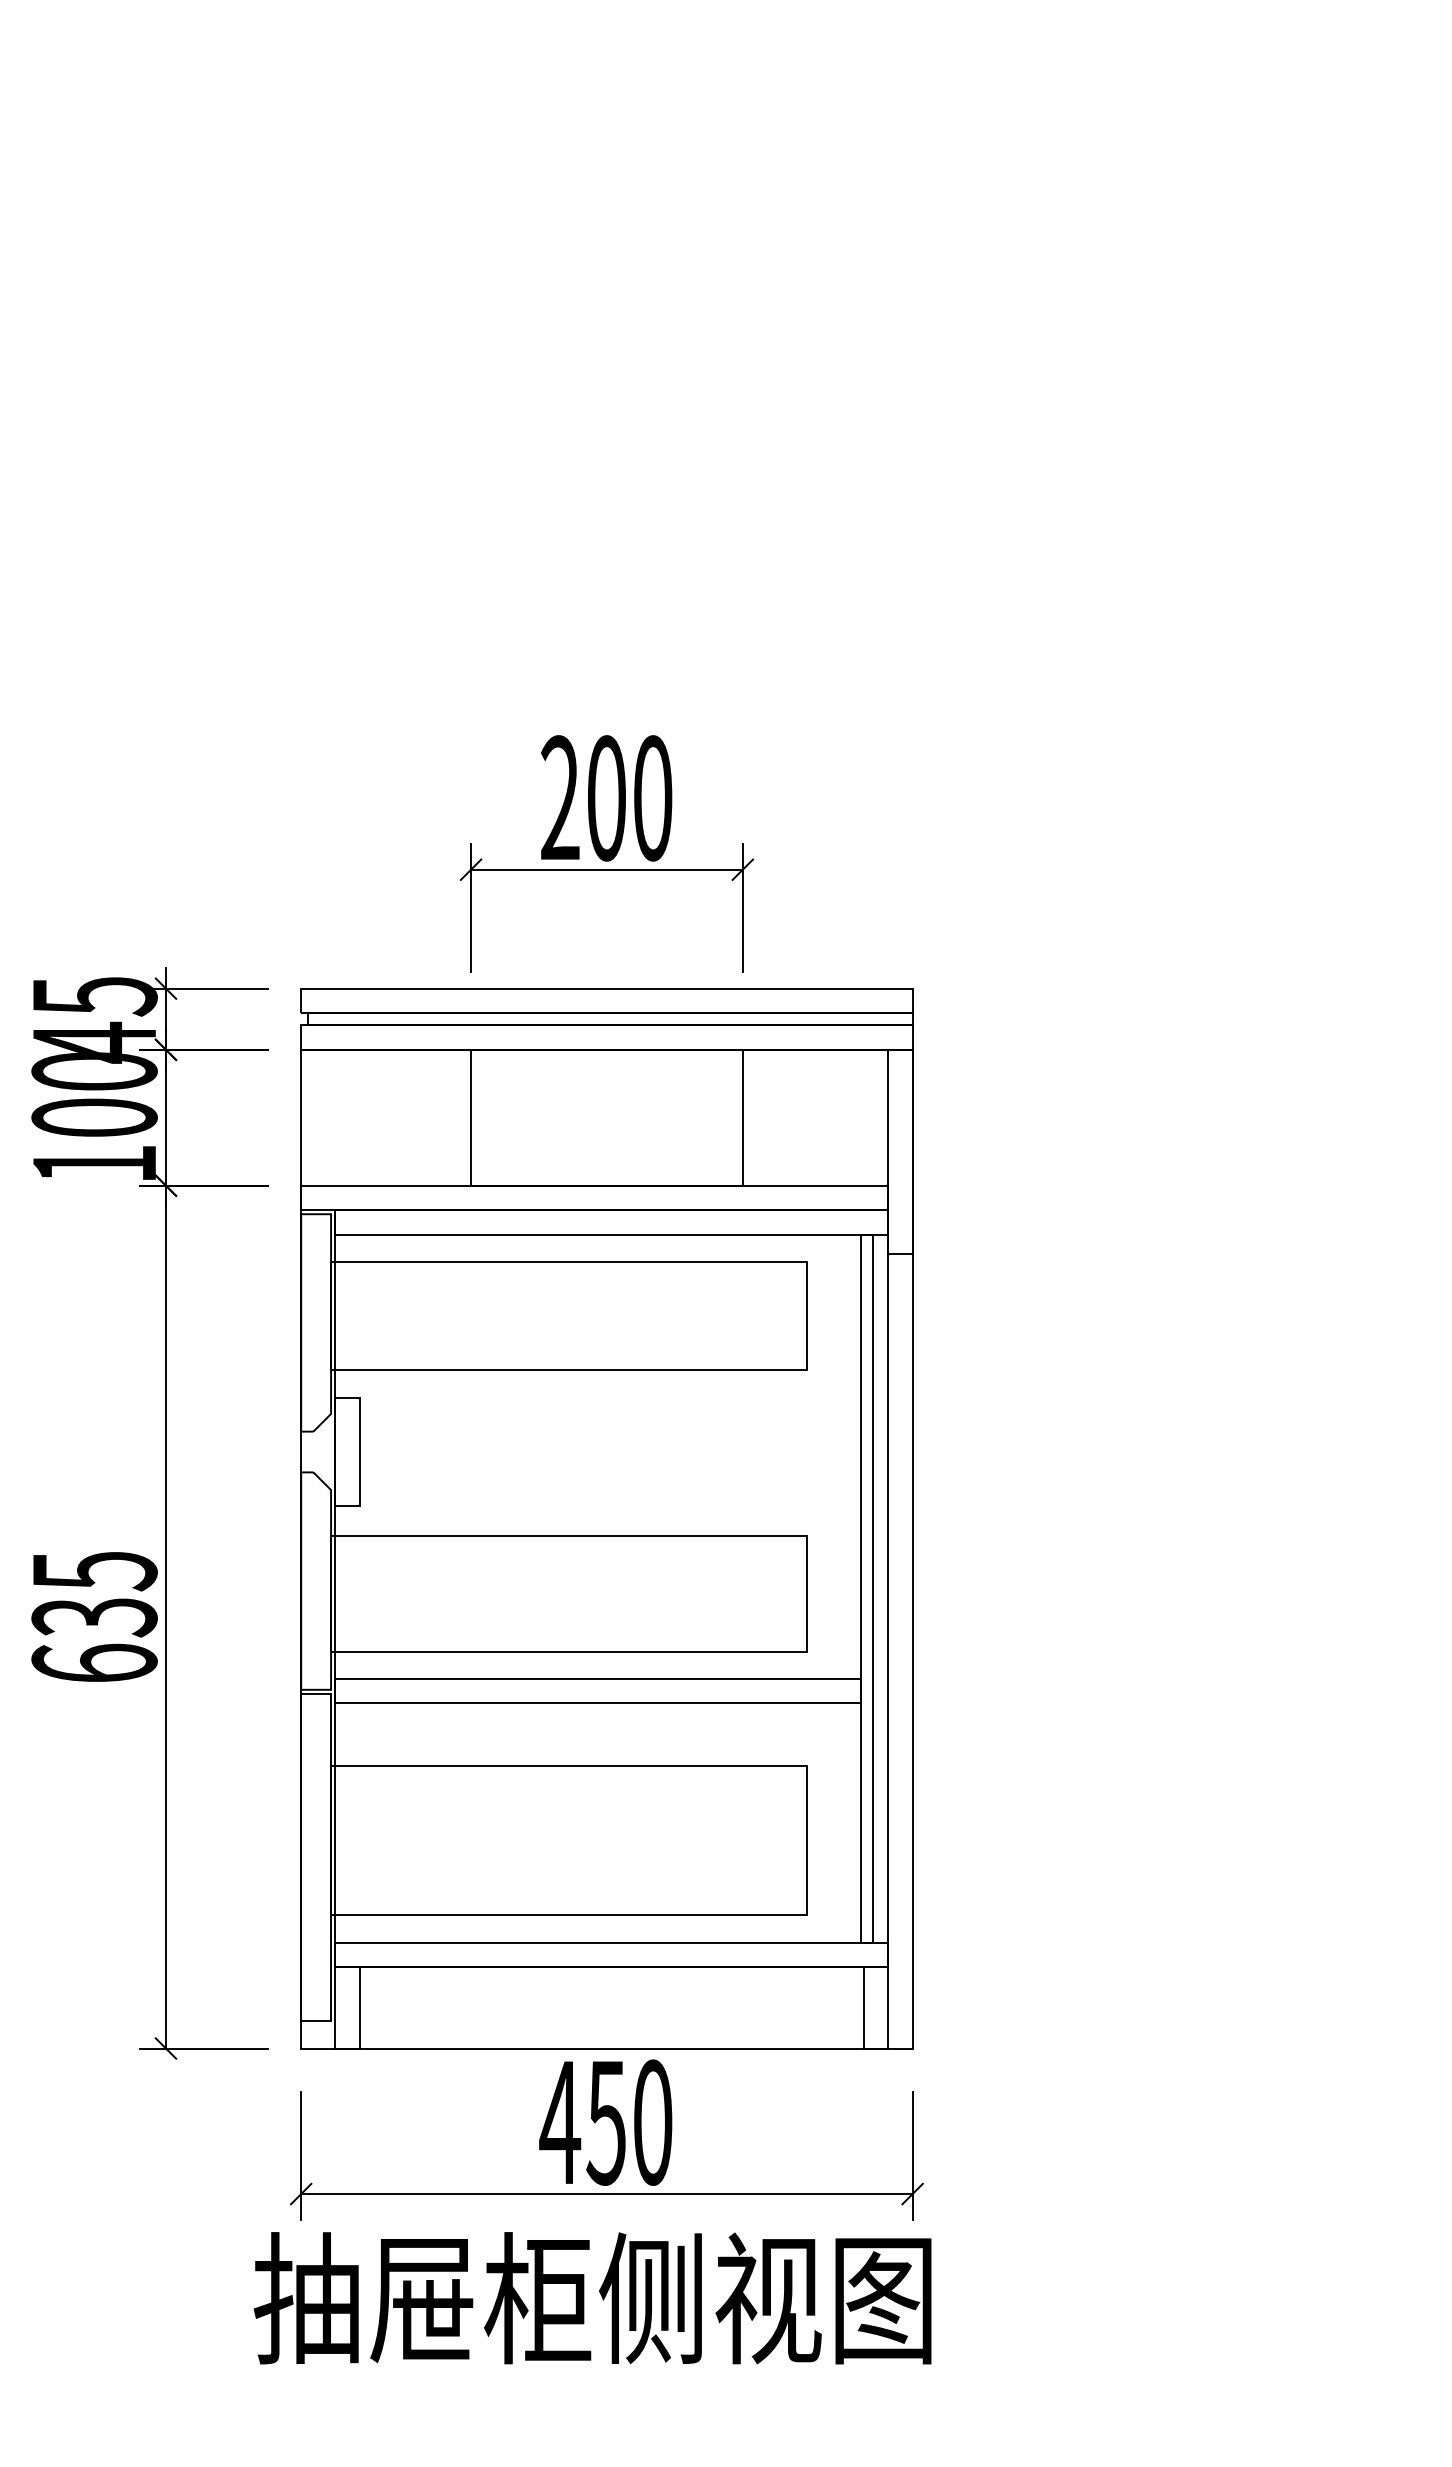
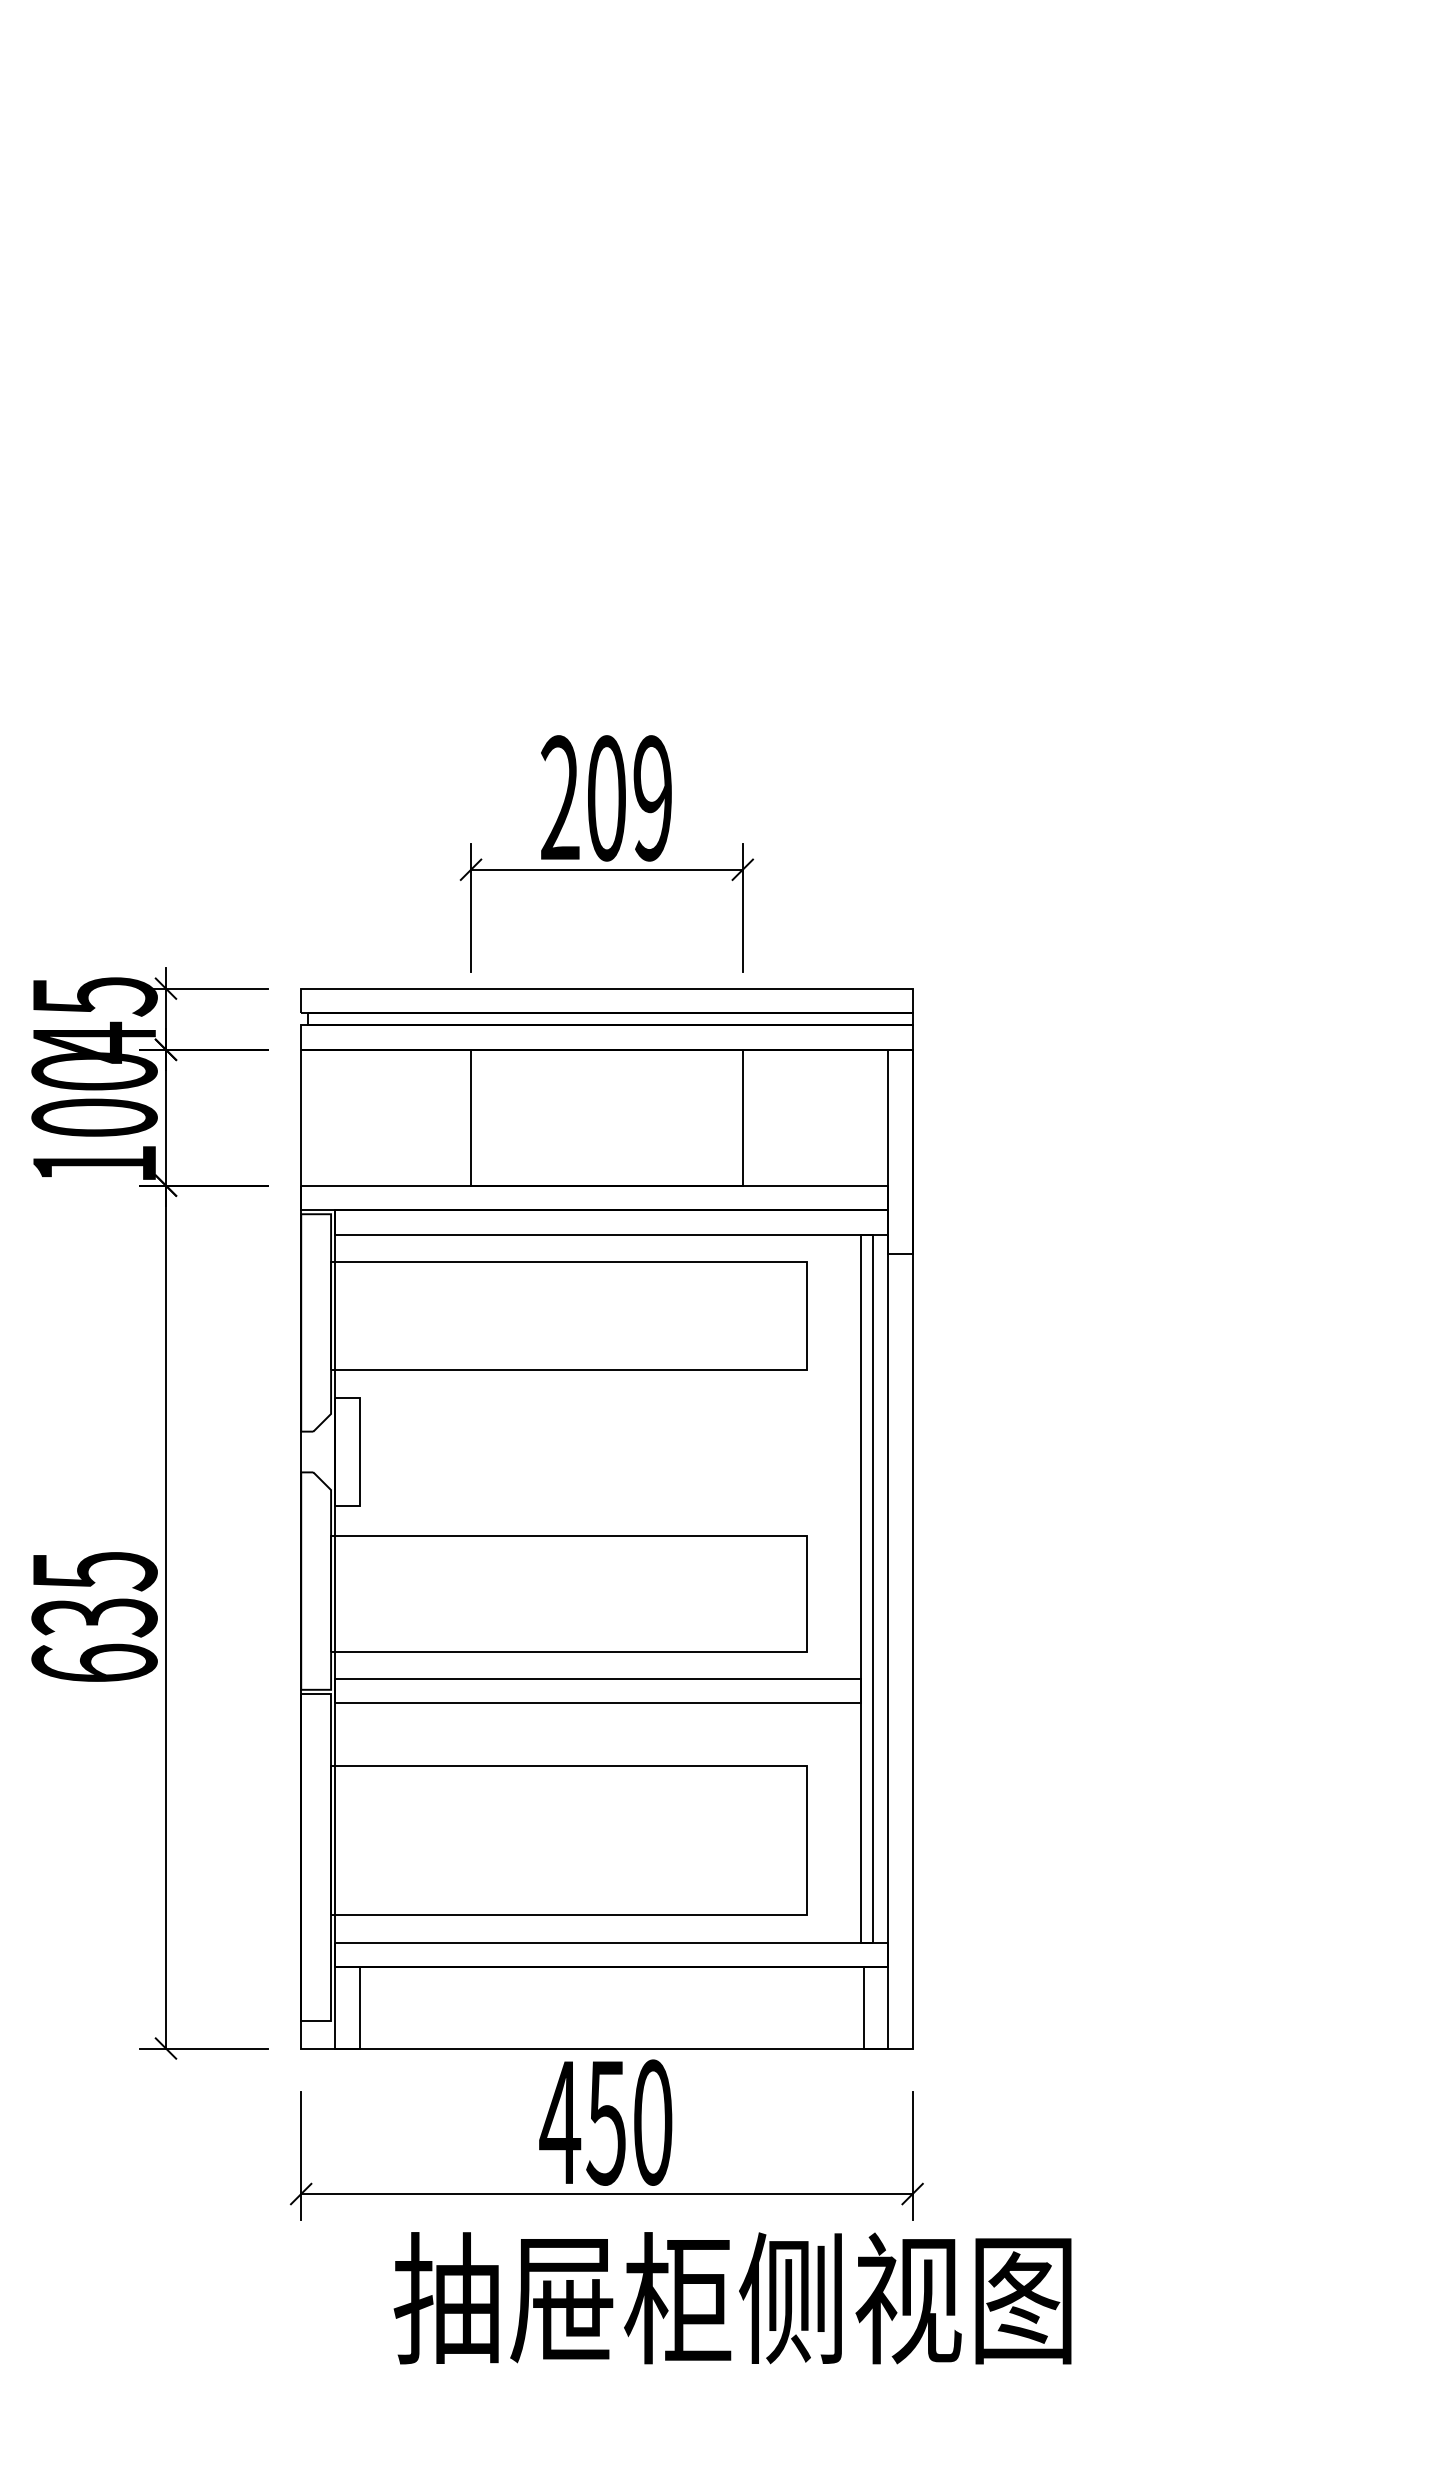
text at (652, 798): 200 -> 209
text at (592, 2298) position: (592, 2298) -> (732, 2298)
